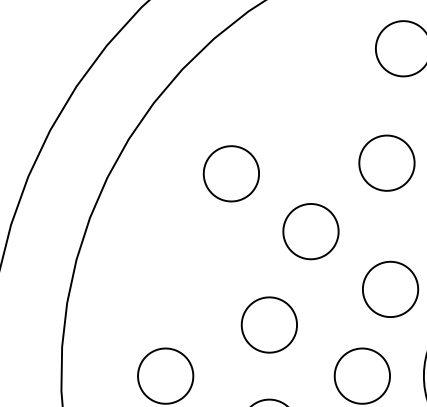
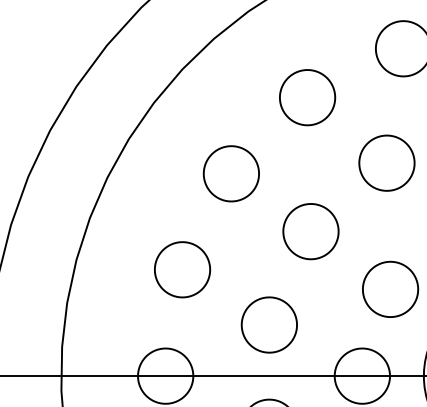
part at (307, 97): none -> present
part at (182, 269): none -> present
line at (212, 376): none -> present
